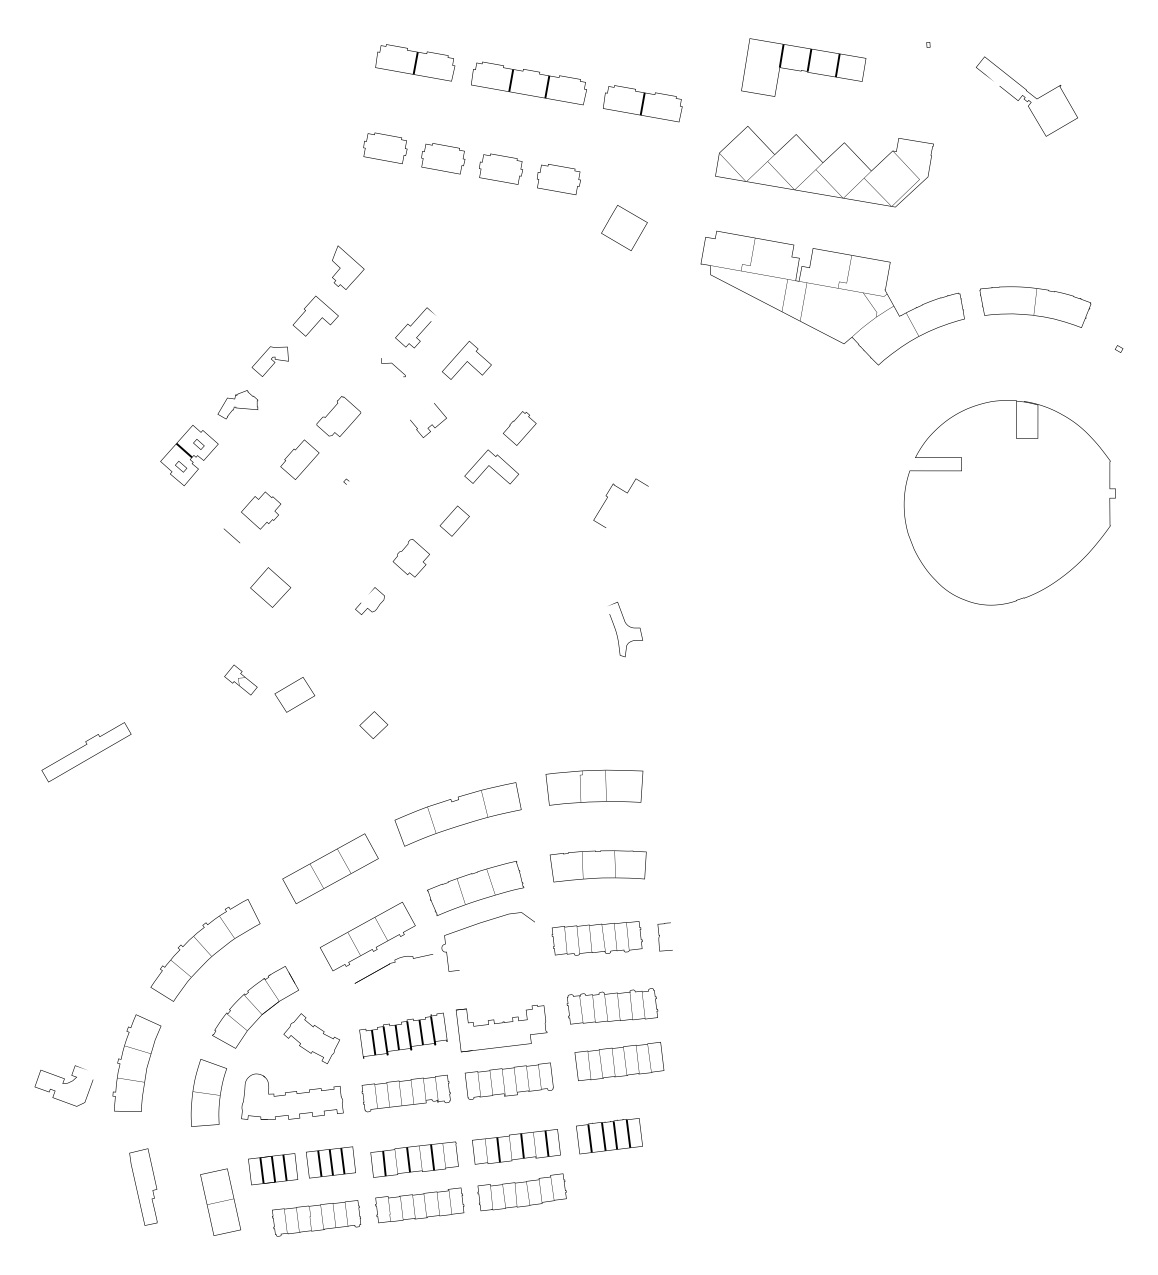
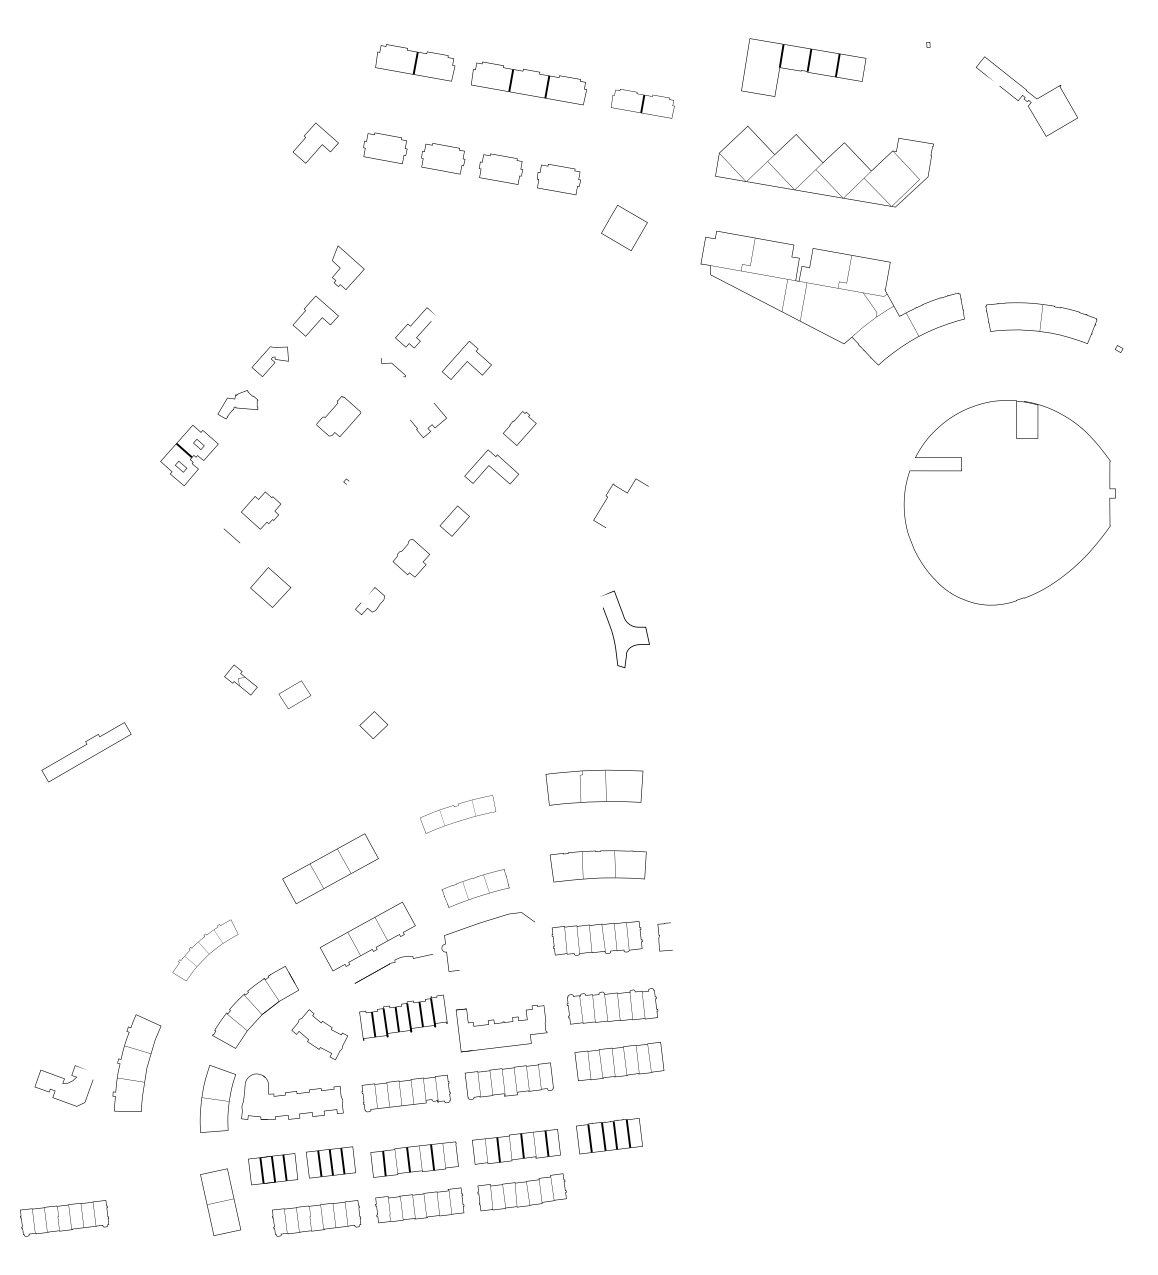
part at (642, 103) size: 80x38 px -> 64x30 px
part at (315, 142): none -> present
part at (1035, 306) position: (1035, 306) -> (1041, 322)
part at (299, 459): present -> none
part at (625, 629) size: 34x56 px -> 49x78 px
part at (294, 694) size: 42x36 px -> 33x29 px
part at (457, 814) size: 128x65 px -> 76x39 px
part at (475, 888) size: 98x55 px -> 69x39 px
part at (205, 950) size: 111x103 px -> 67x63 px
part at (403, 1035) position: (403, 1035) -> (403, 1017)
part at (311, 1038) position: (311, 1038) -> (319, 1034)
part at (208, 1092) position: (208, 1092) -> (217, 1098)
part at (143, 1186): present -> none
part at (64, 1218): none -> present
